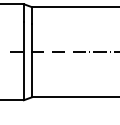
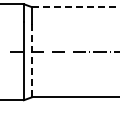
line at (75, 7): solid -> dashed
line at (31, 60): solid -> dashed
